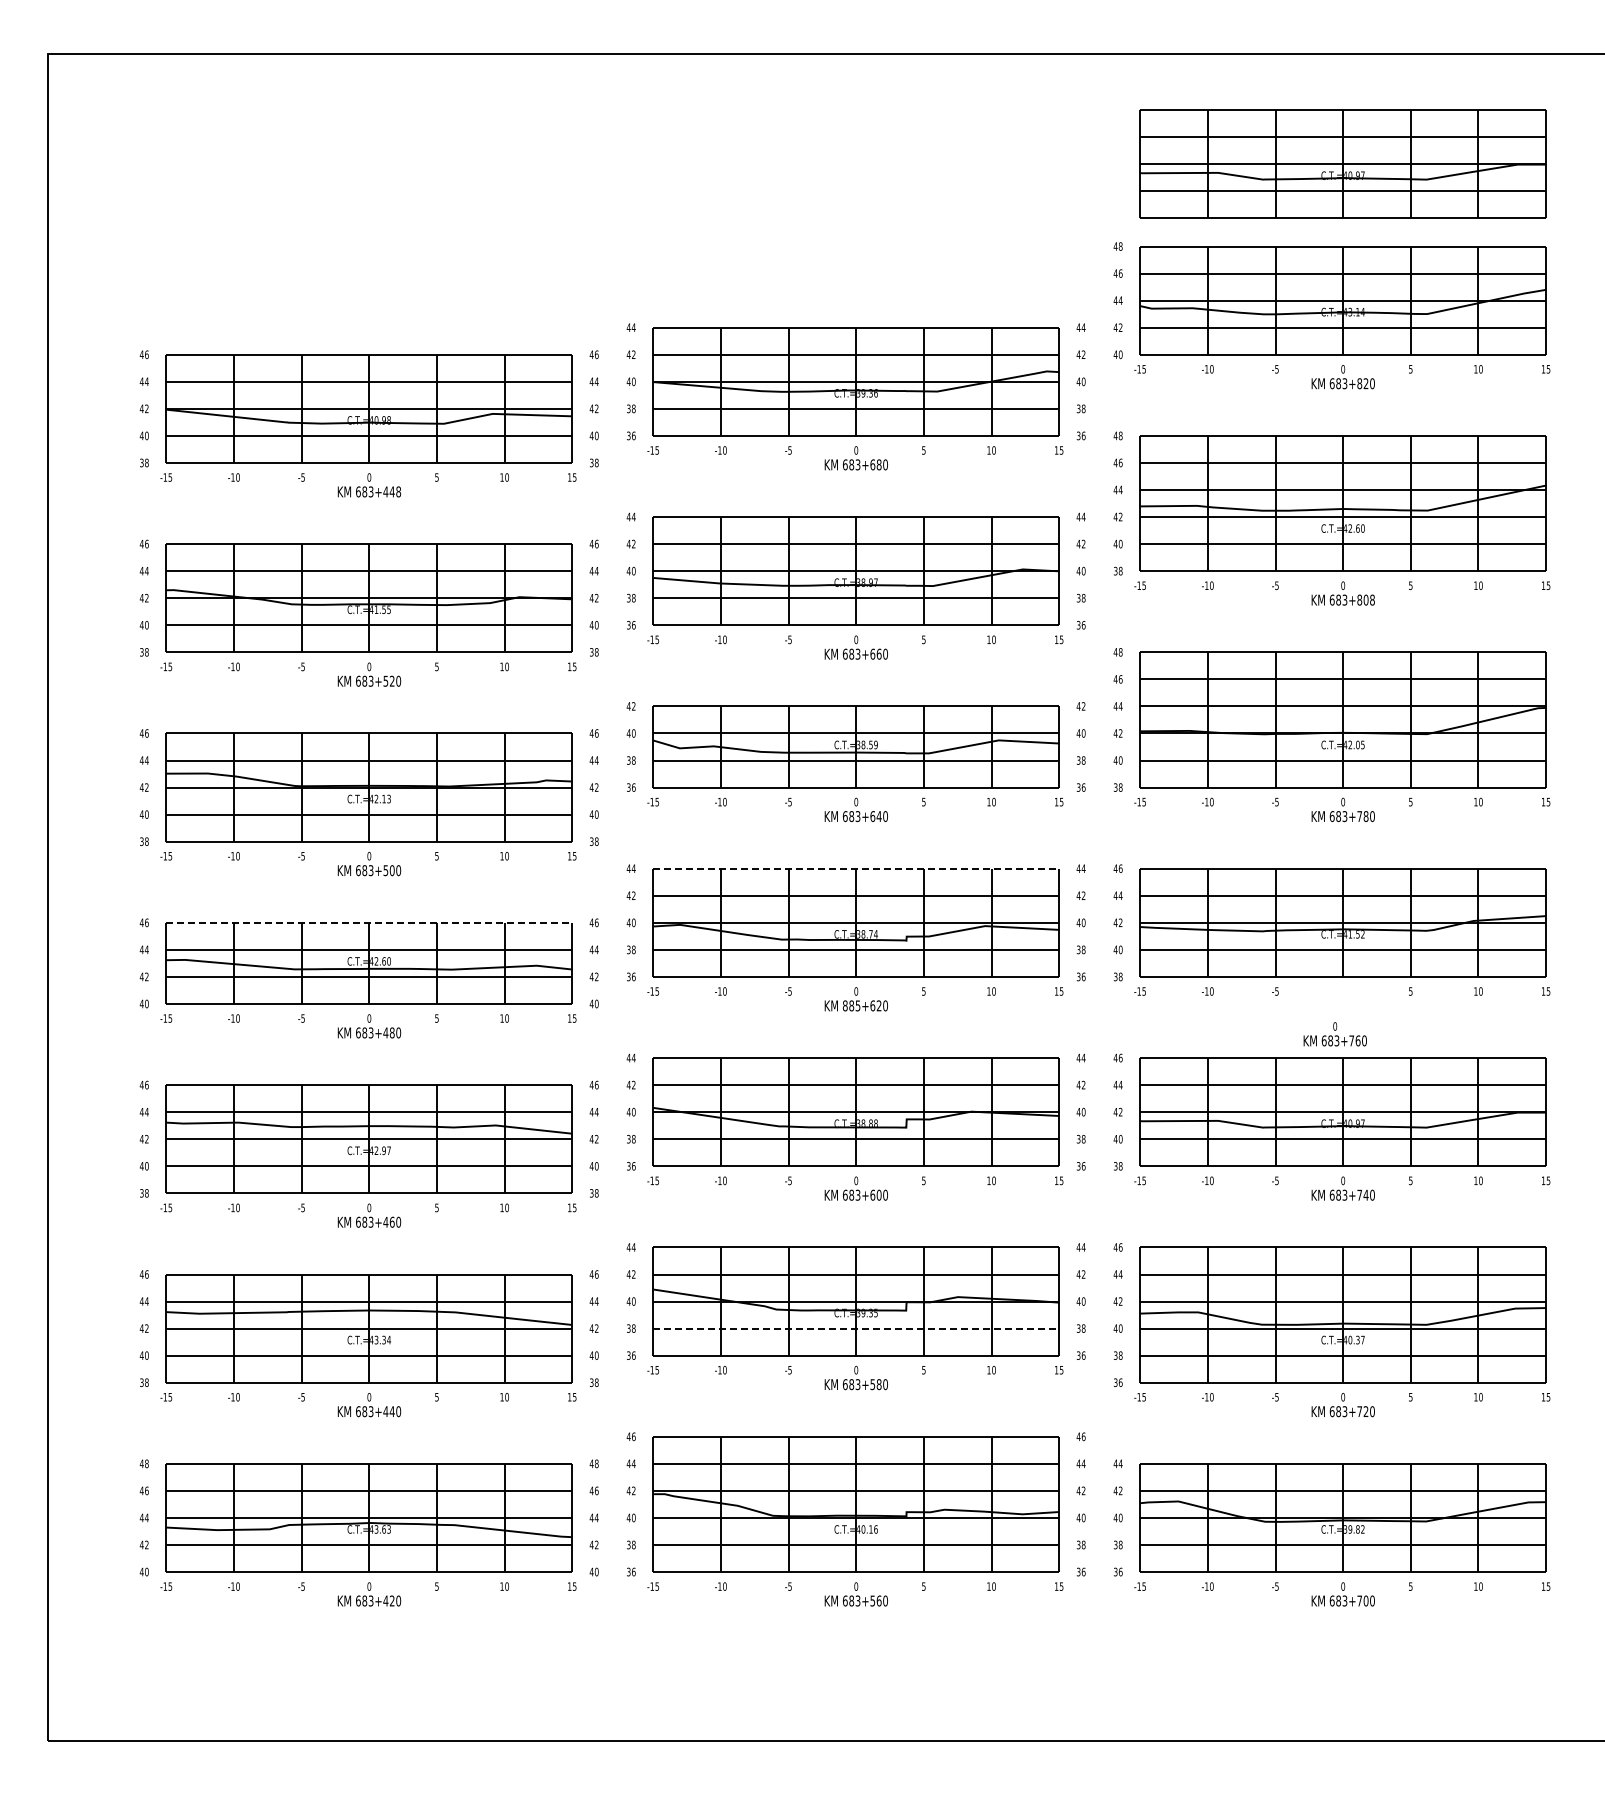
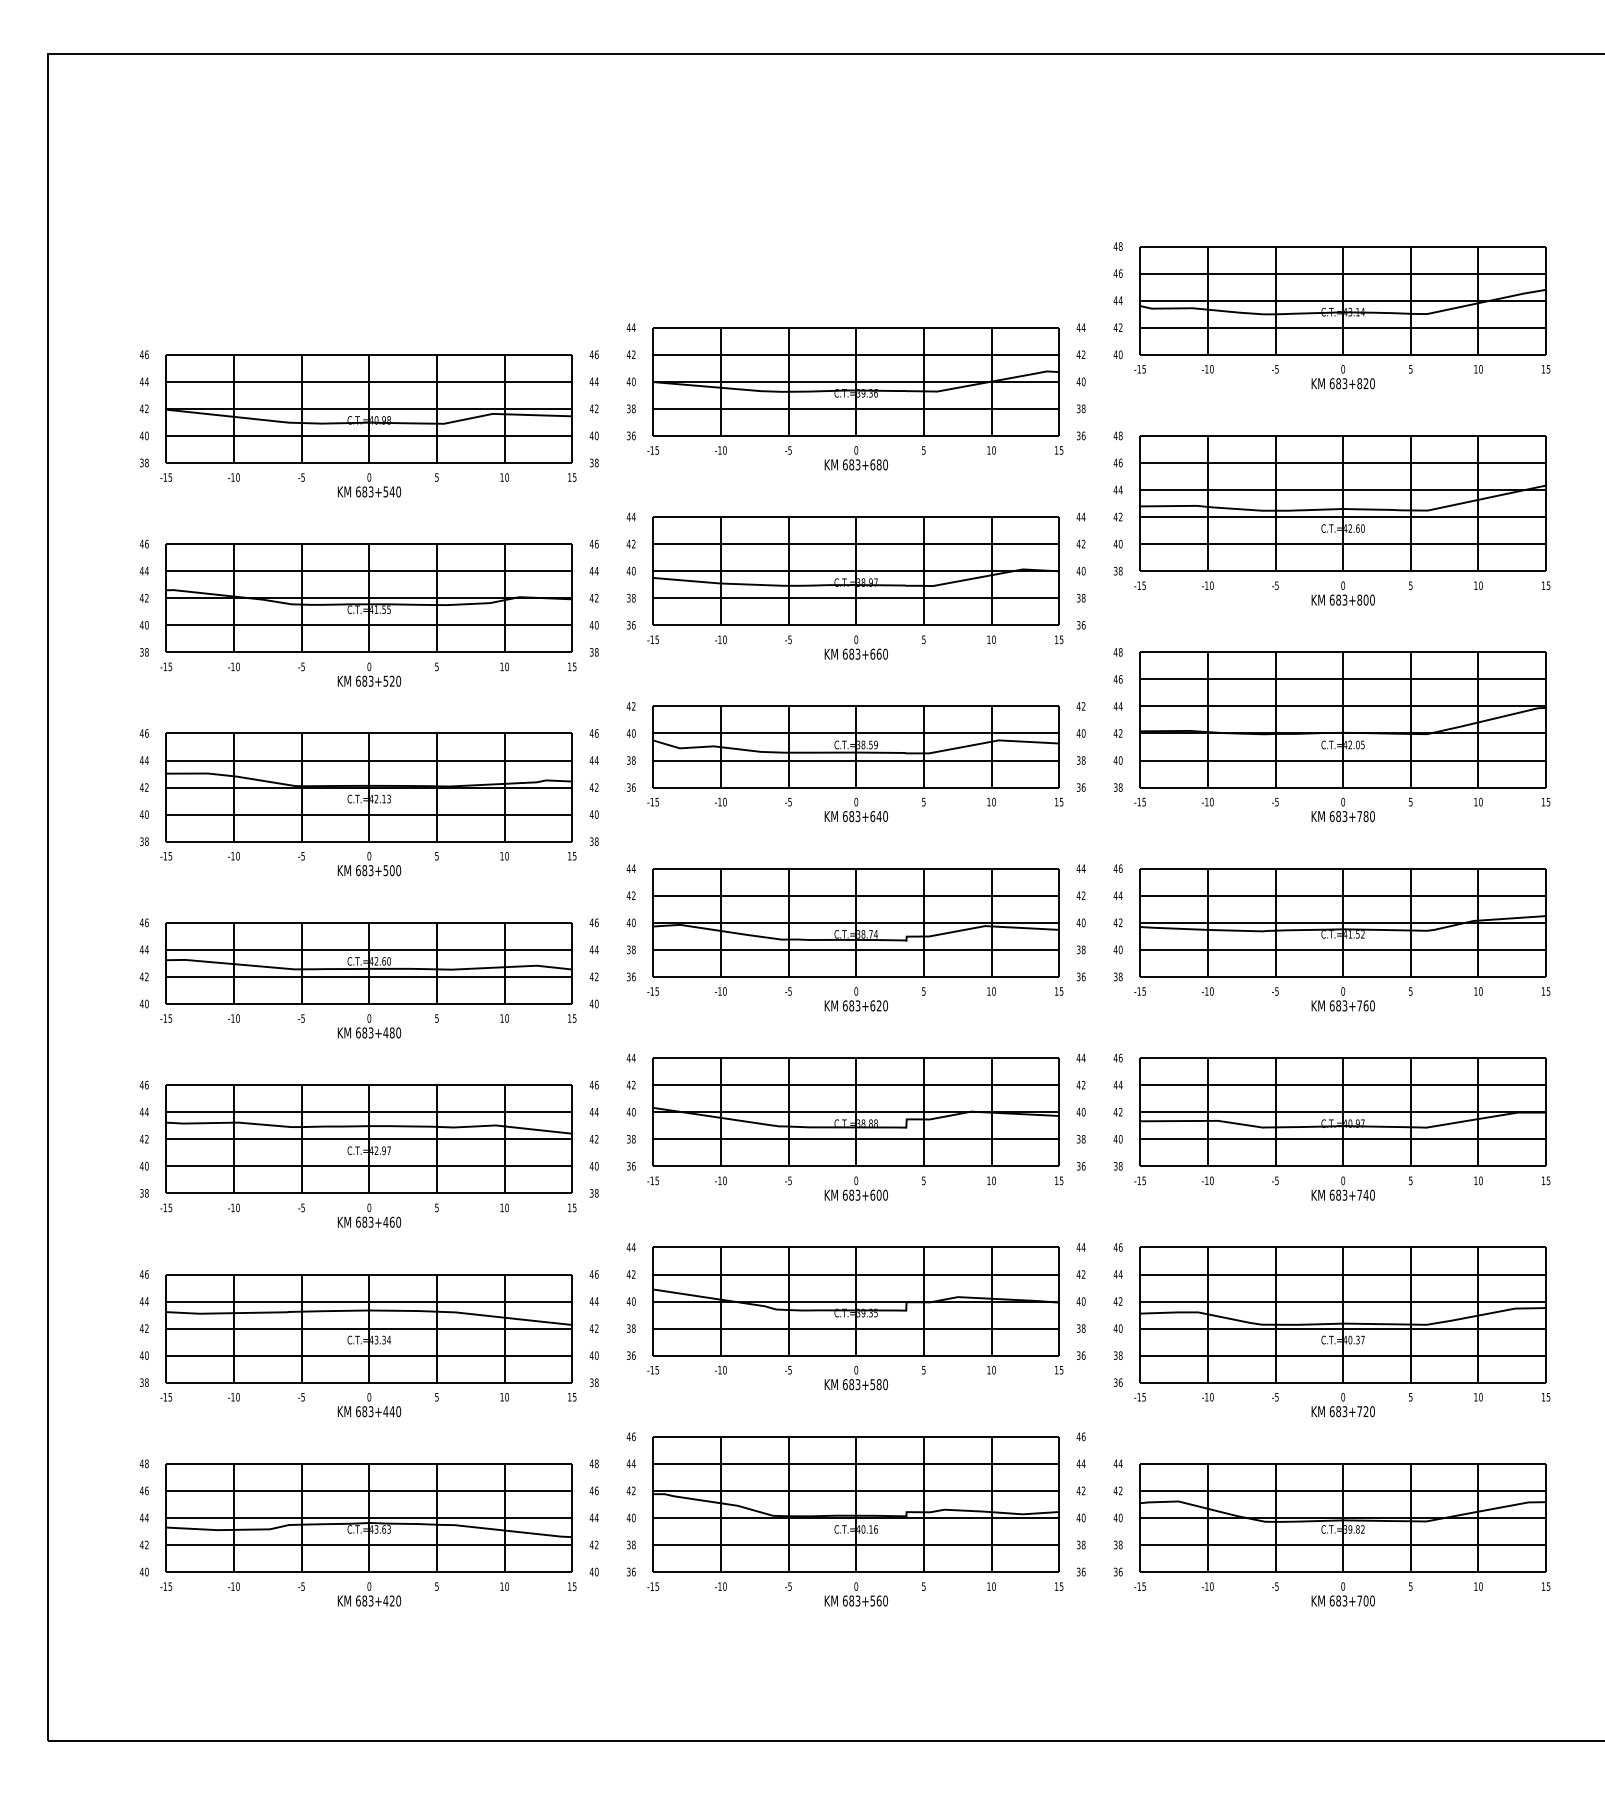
part at (1342, 163): present -> none
text at (392, 491): 683+448 -> 683+540
text at (1372, 600): 683+808 -> 683+800
line at (856, 868): dashed -> solid
line at (369, 922): dashed -> solid
text at (851, 1005): 885+620 -> 683+620
text at (1334, 1034) position: (1334, 1034) -> (1342, 999)
line at (856, 1328): dashed -> solid
